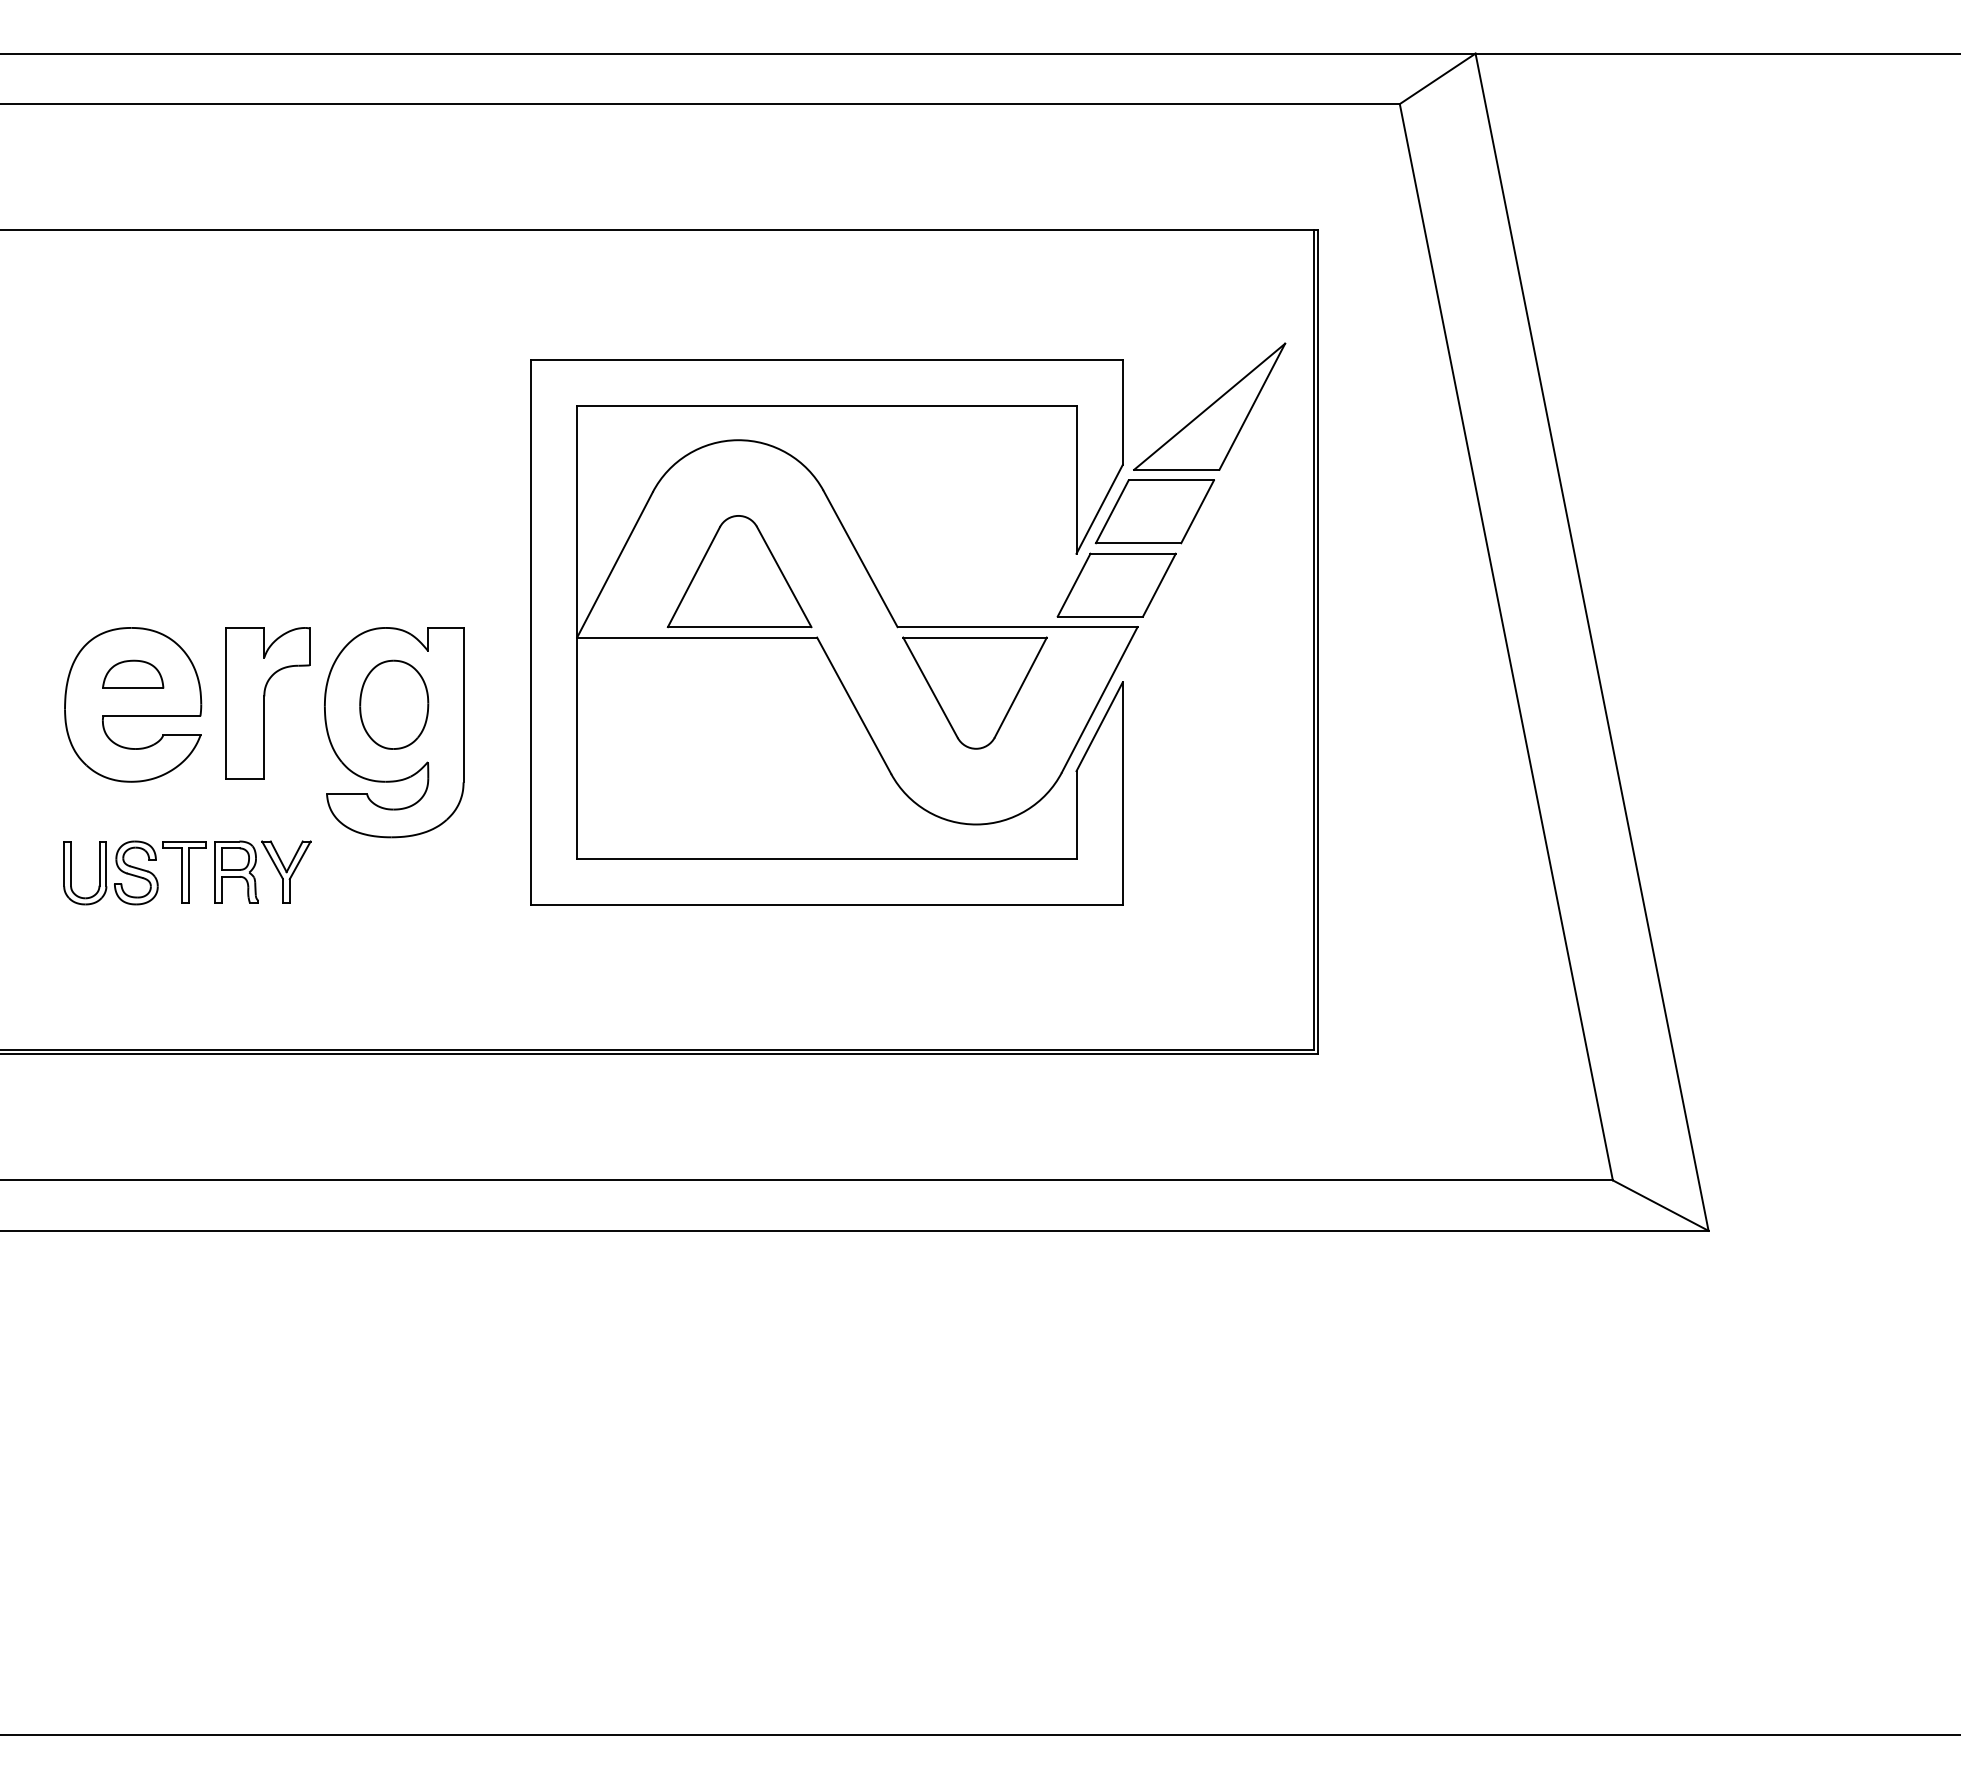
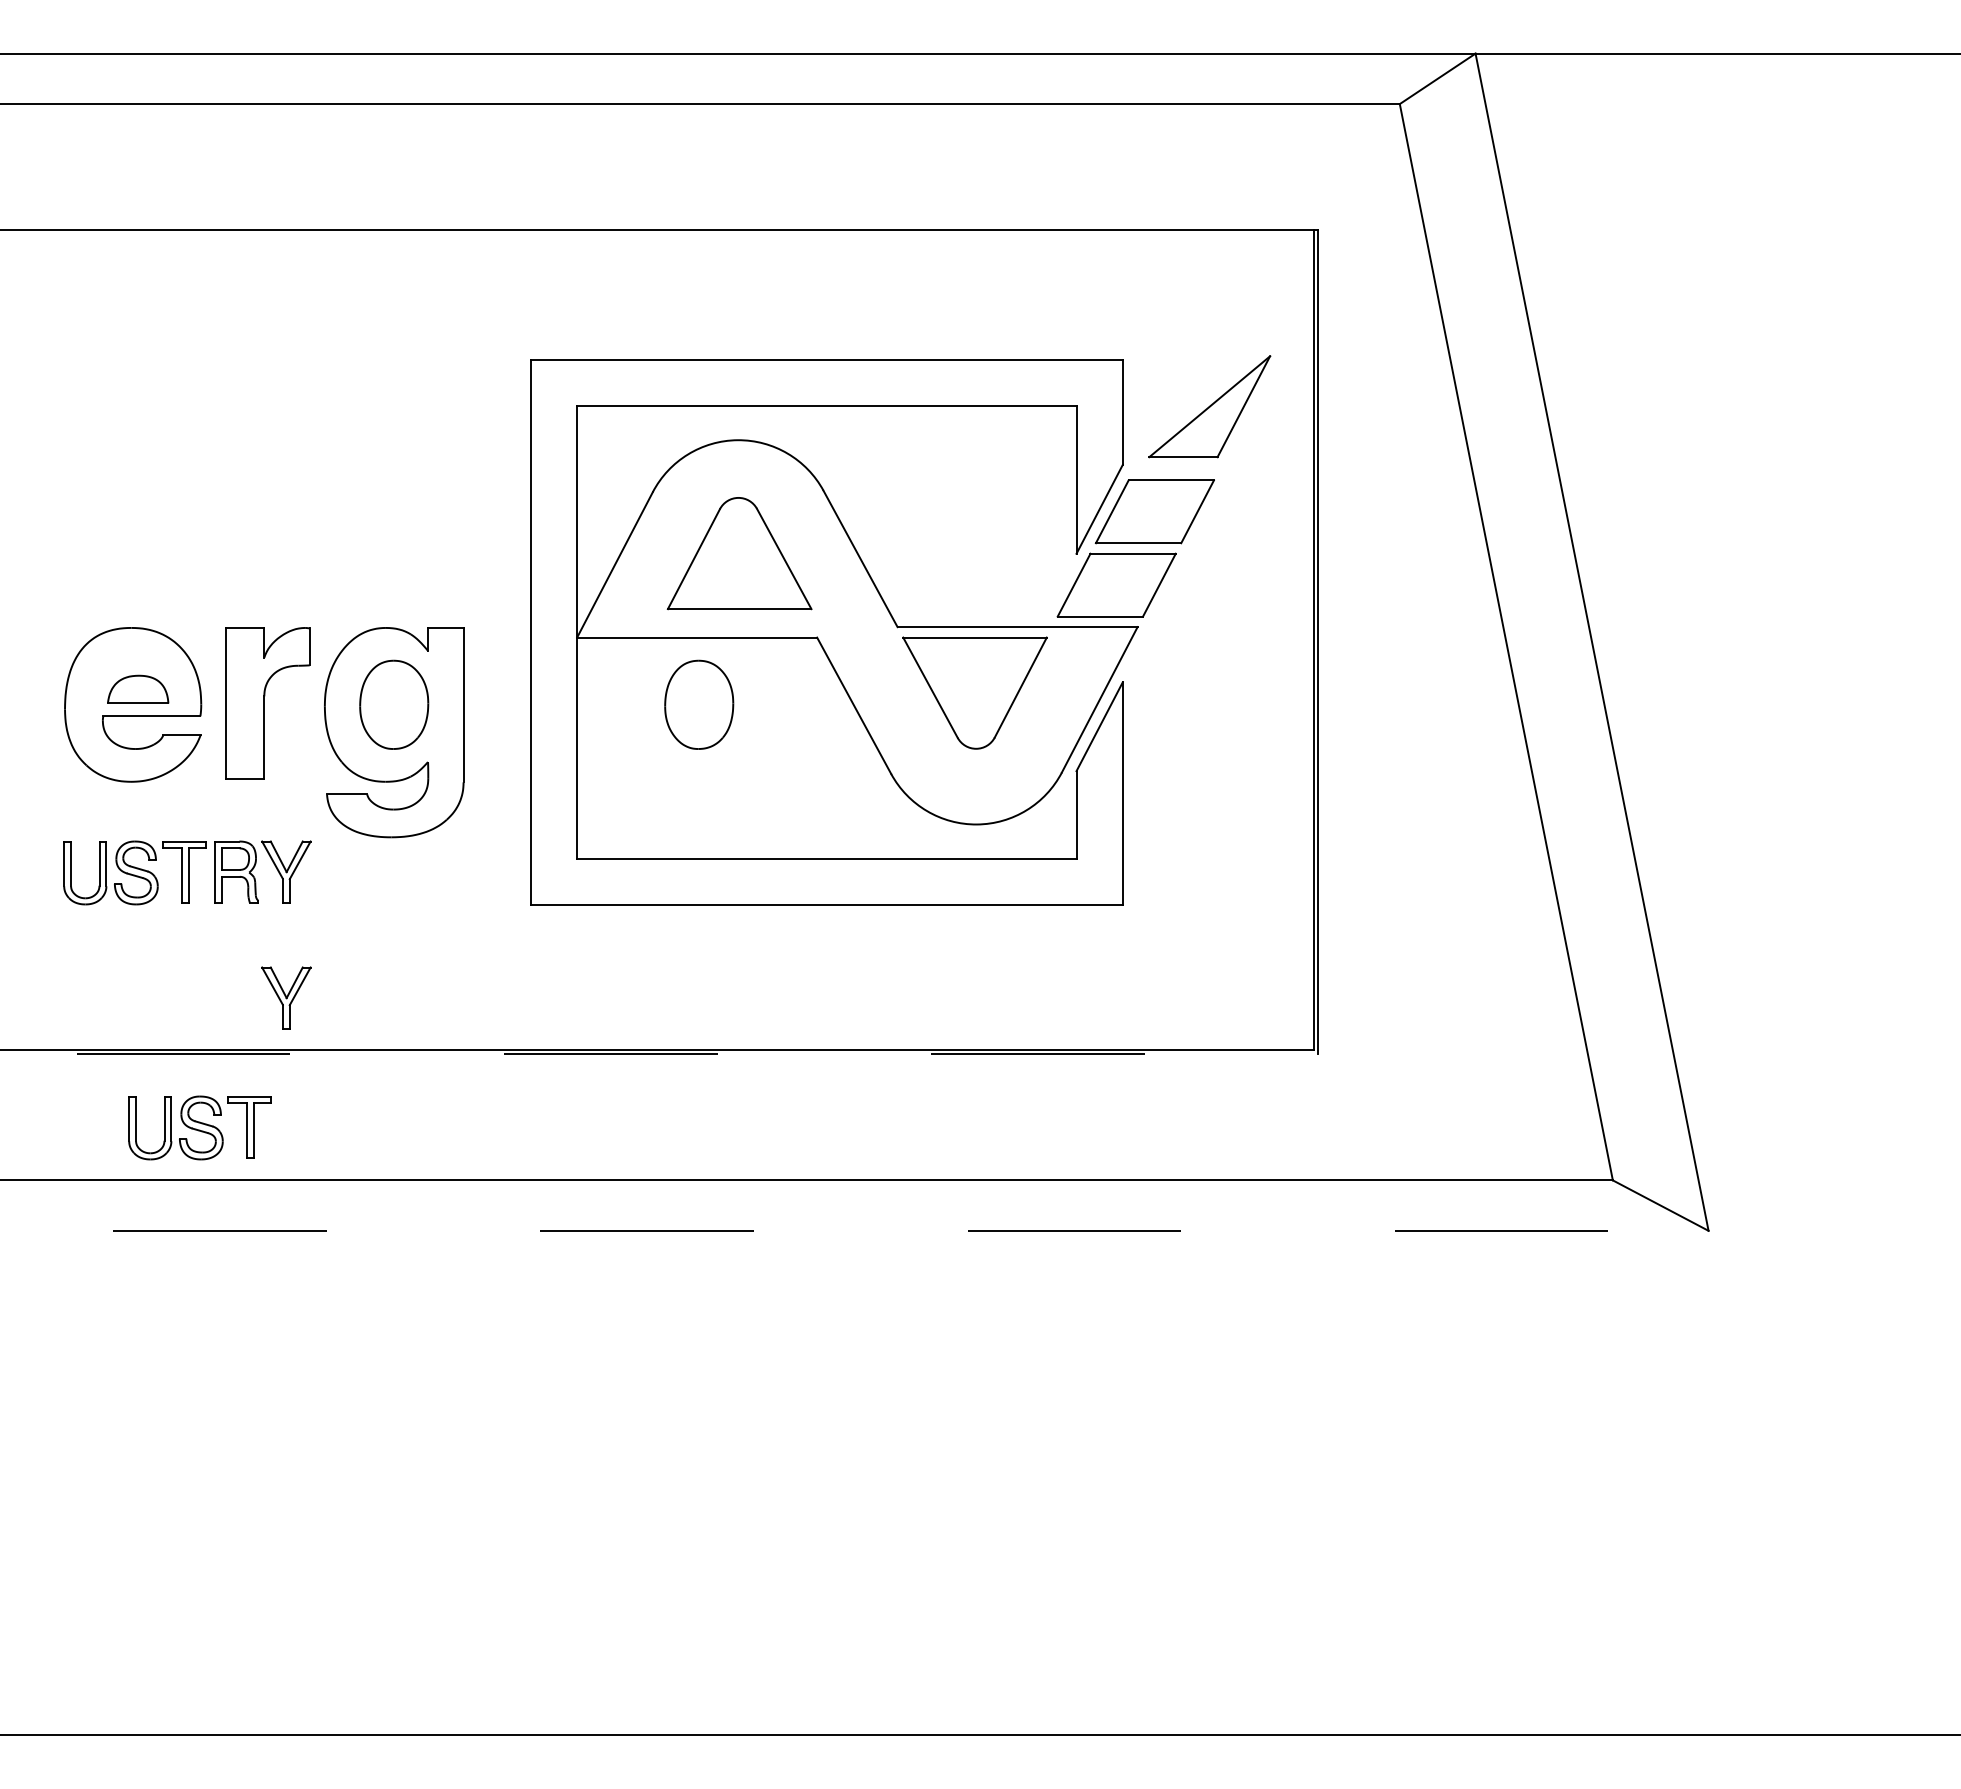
part at (1209, 406) size: 154x129 px -> 124x104 px
part at (739, 571) position: (739, 571) -> (739, 553)
part at (133, 673) position: (133, 673) -> (138, 688)
part at (699, 704): none -> present
part at (286, 997): none -> present
line at (659, 1054): solid -> dashed
part at (199, 1127): none -> present
line at (854, 1230): solid -> dashed
